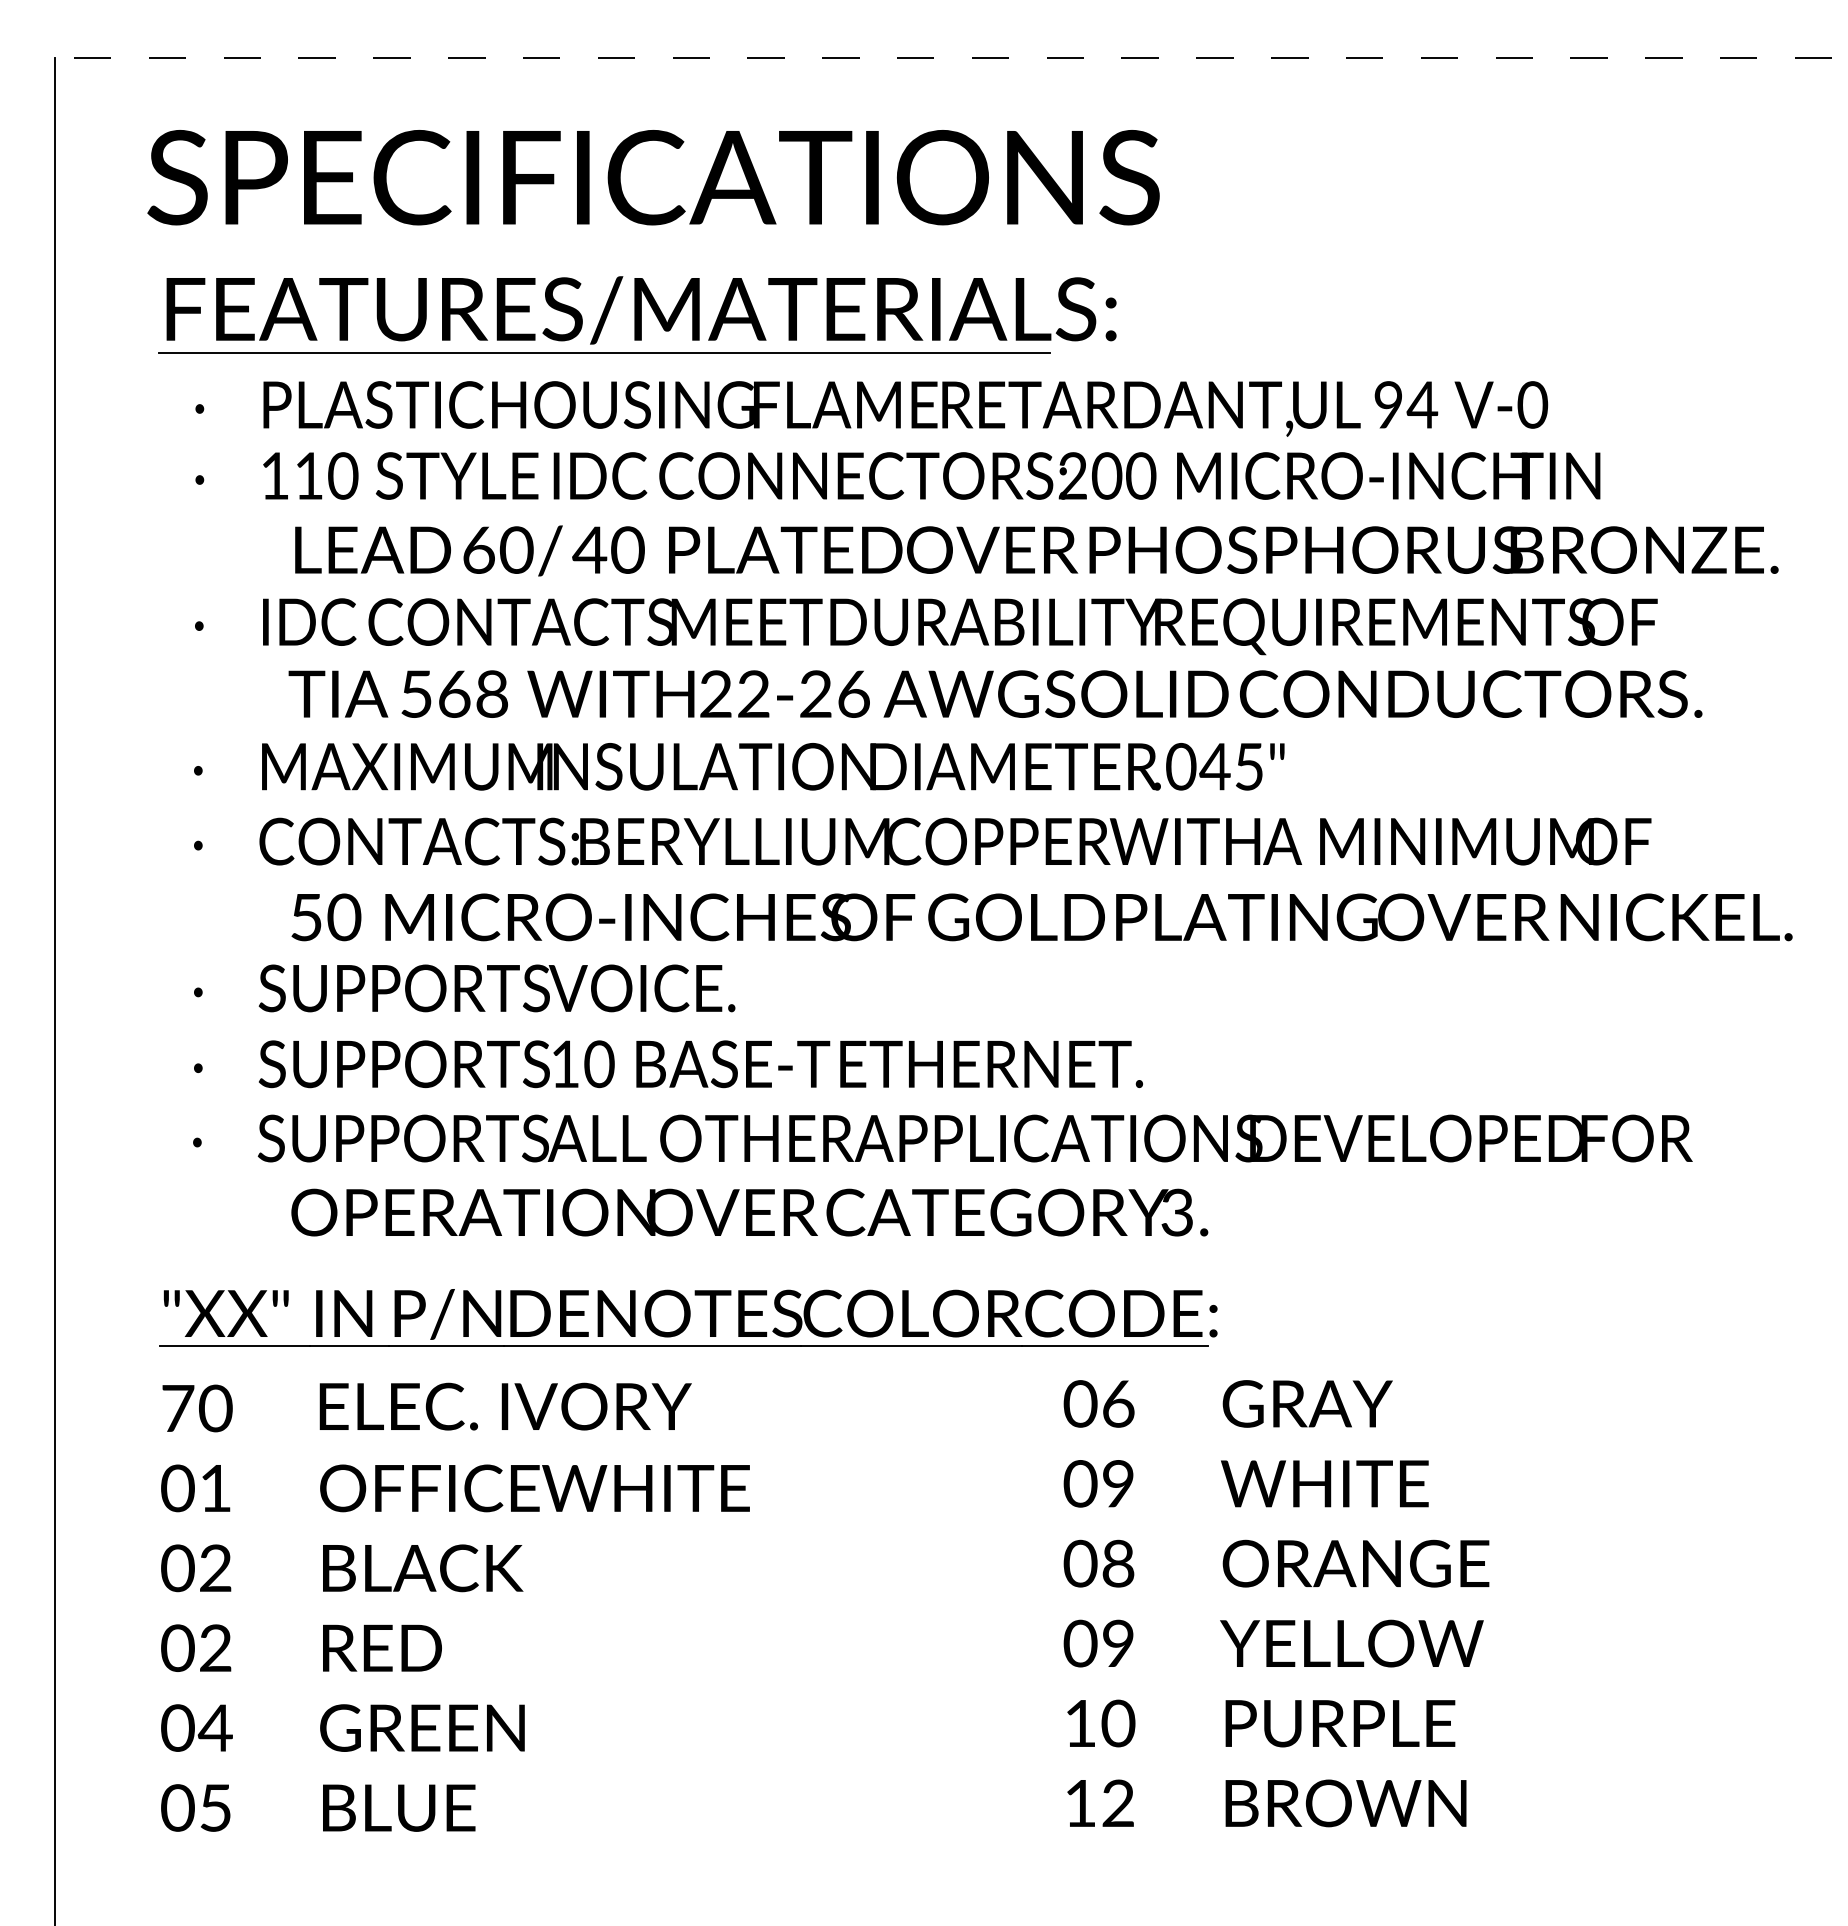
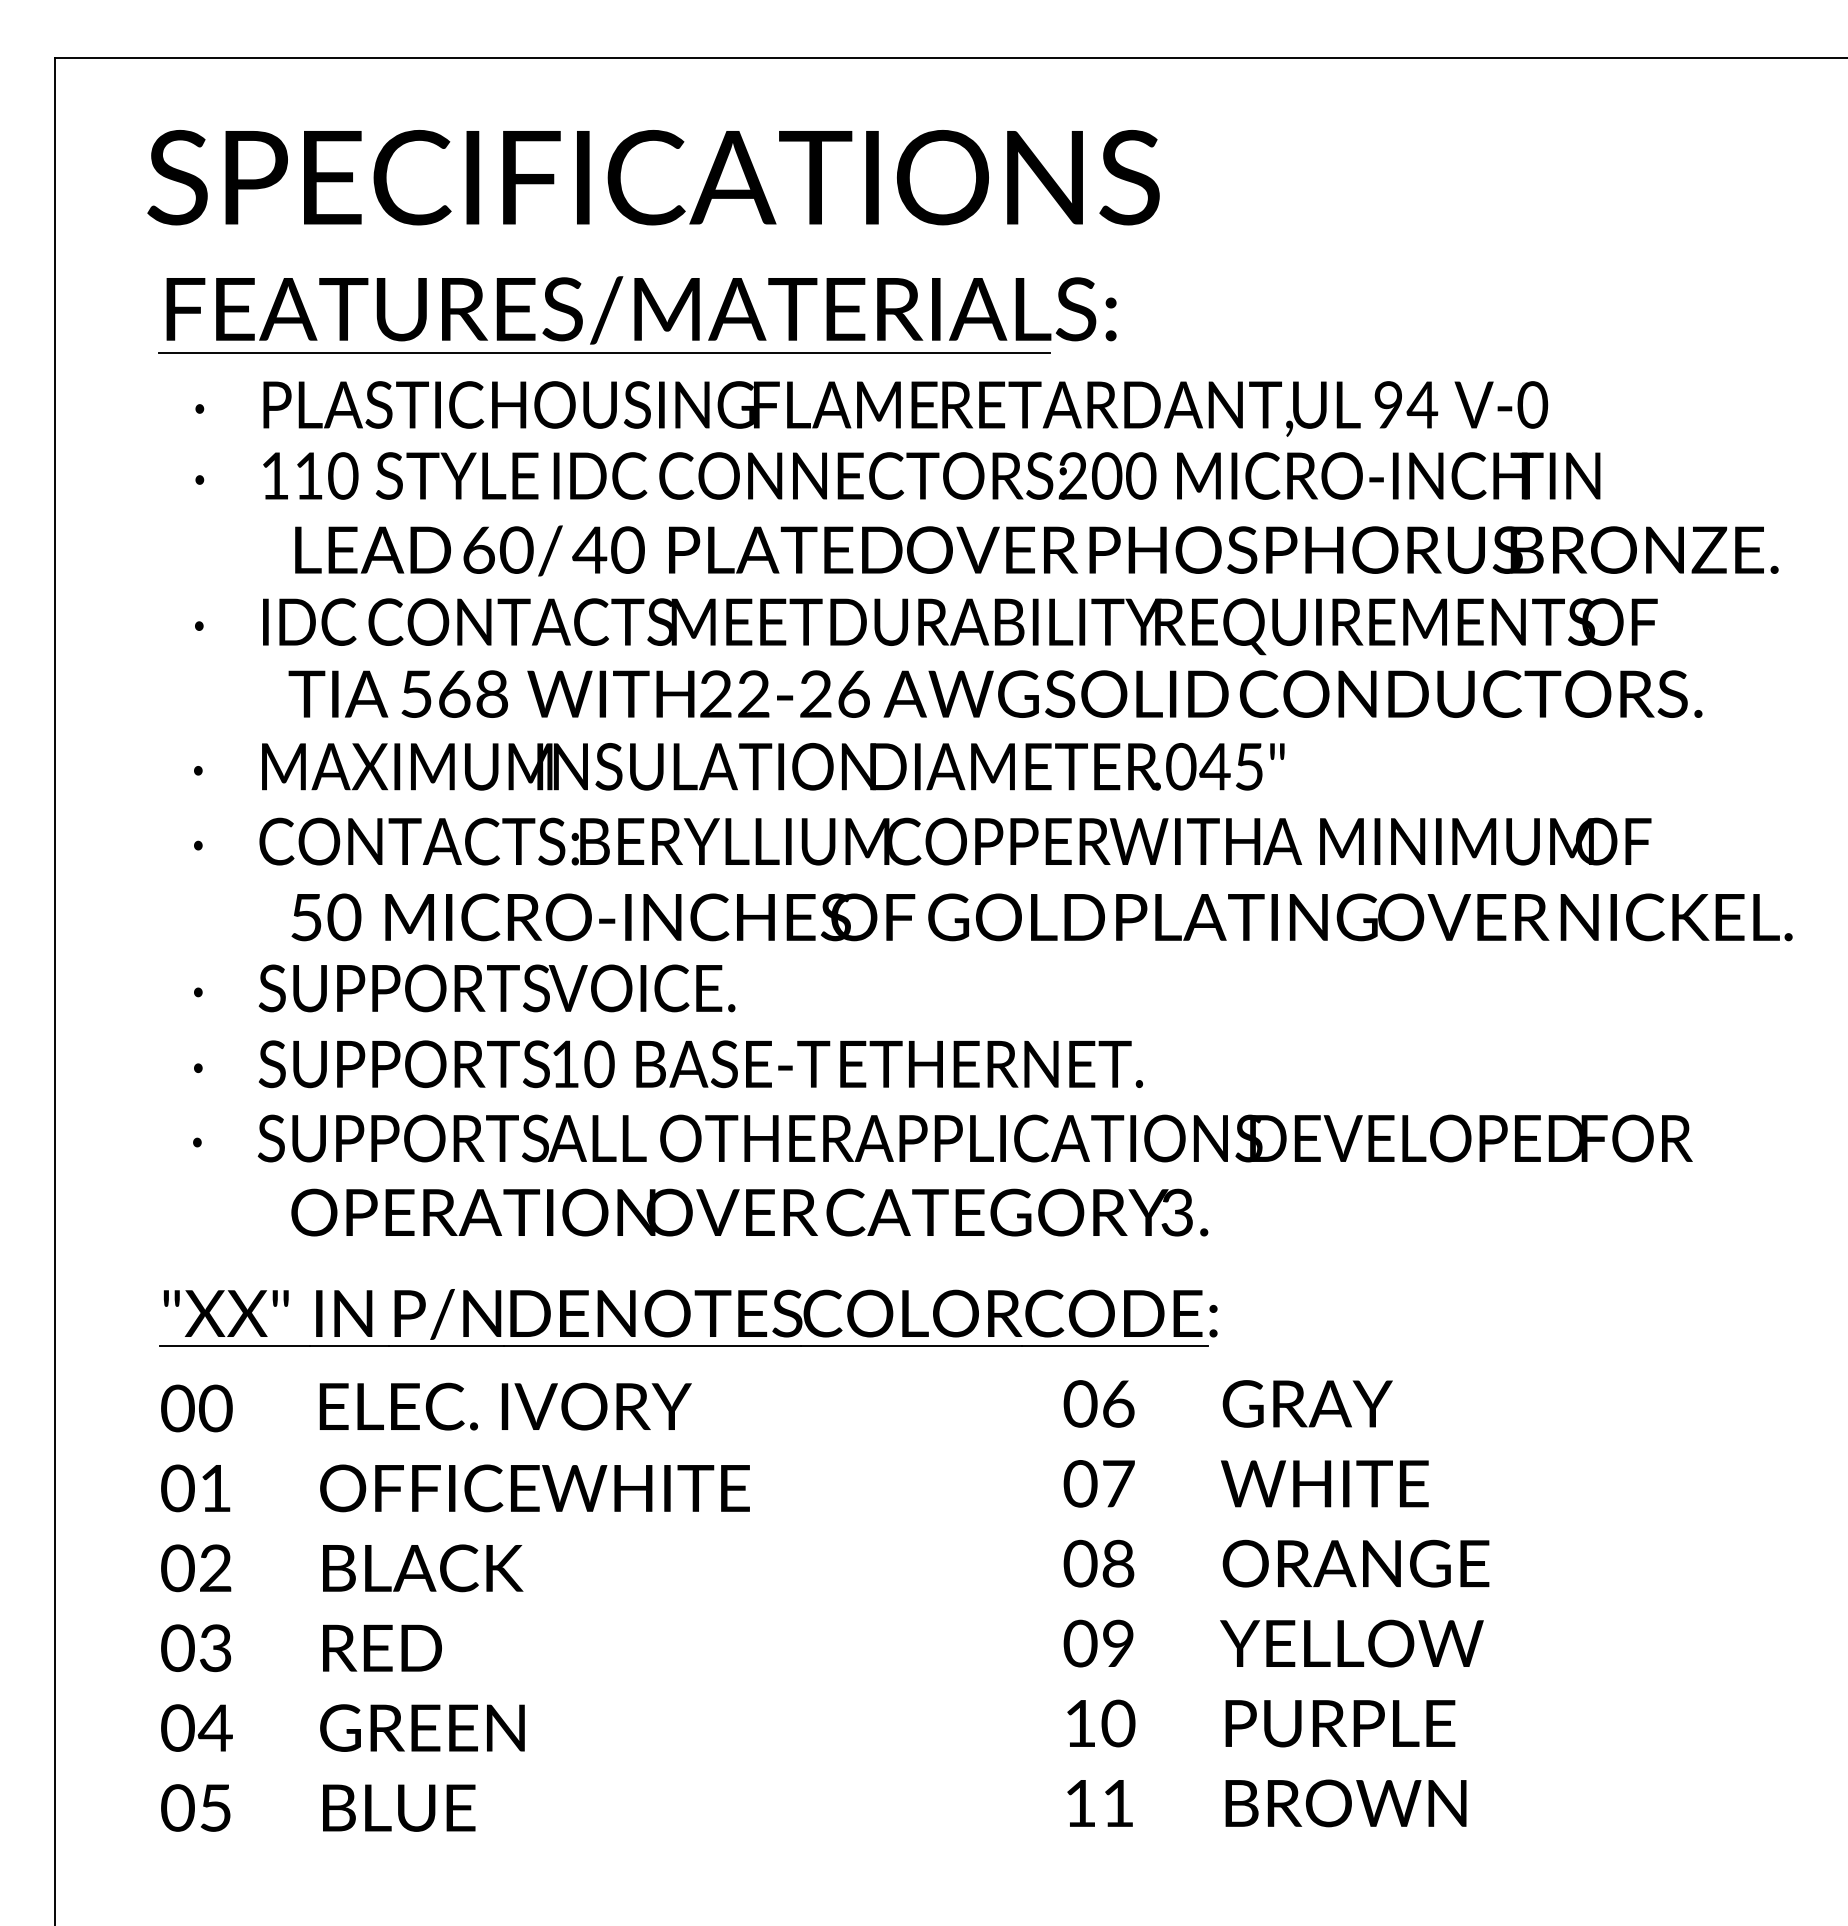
line at (951, 57): dashed -> solid
text at (177, 1408): 70 -> 00
text at (1118, 1483): 09 -> 07
text at (215, 1649): 02 -> 03
text at (1117, 1802): 12 -> 11
